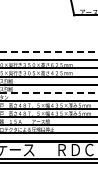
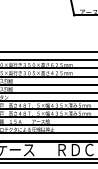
line at (49, 52): dashed -> solid
line at (49, 92): dashed -> solid
